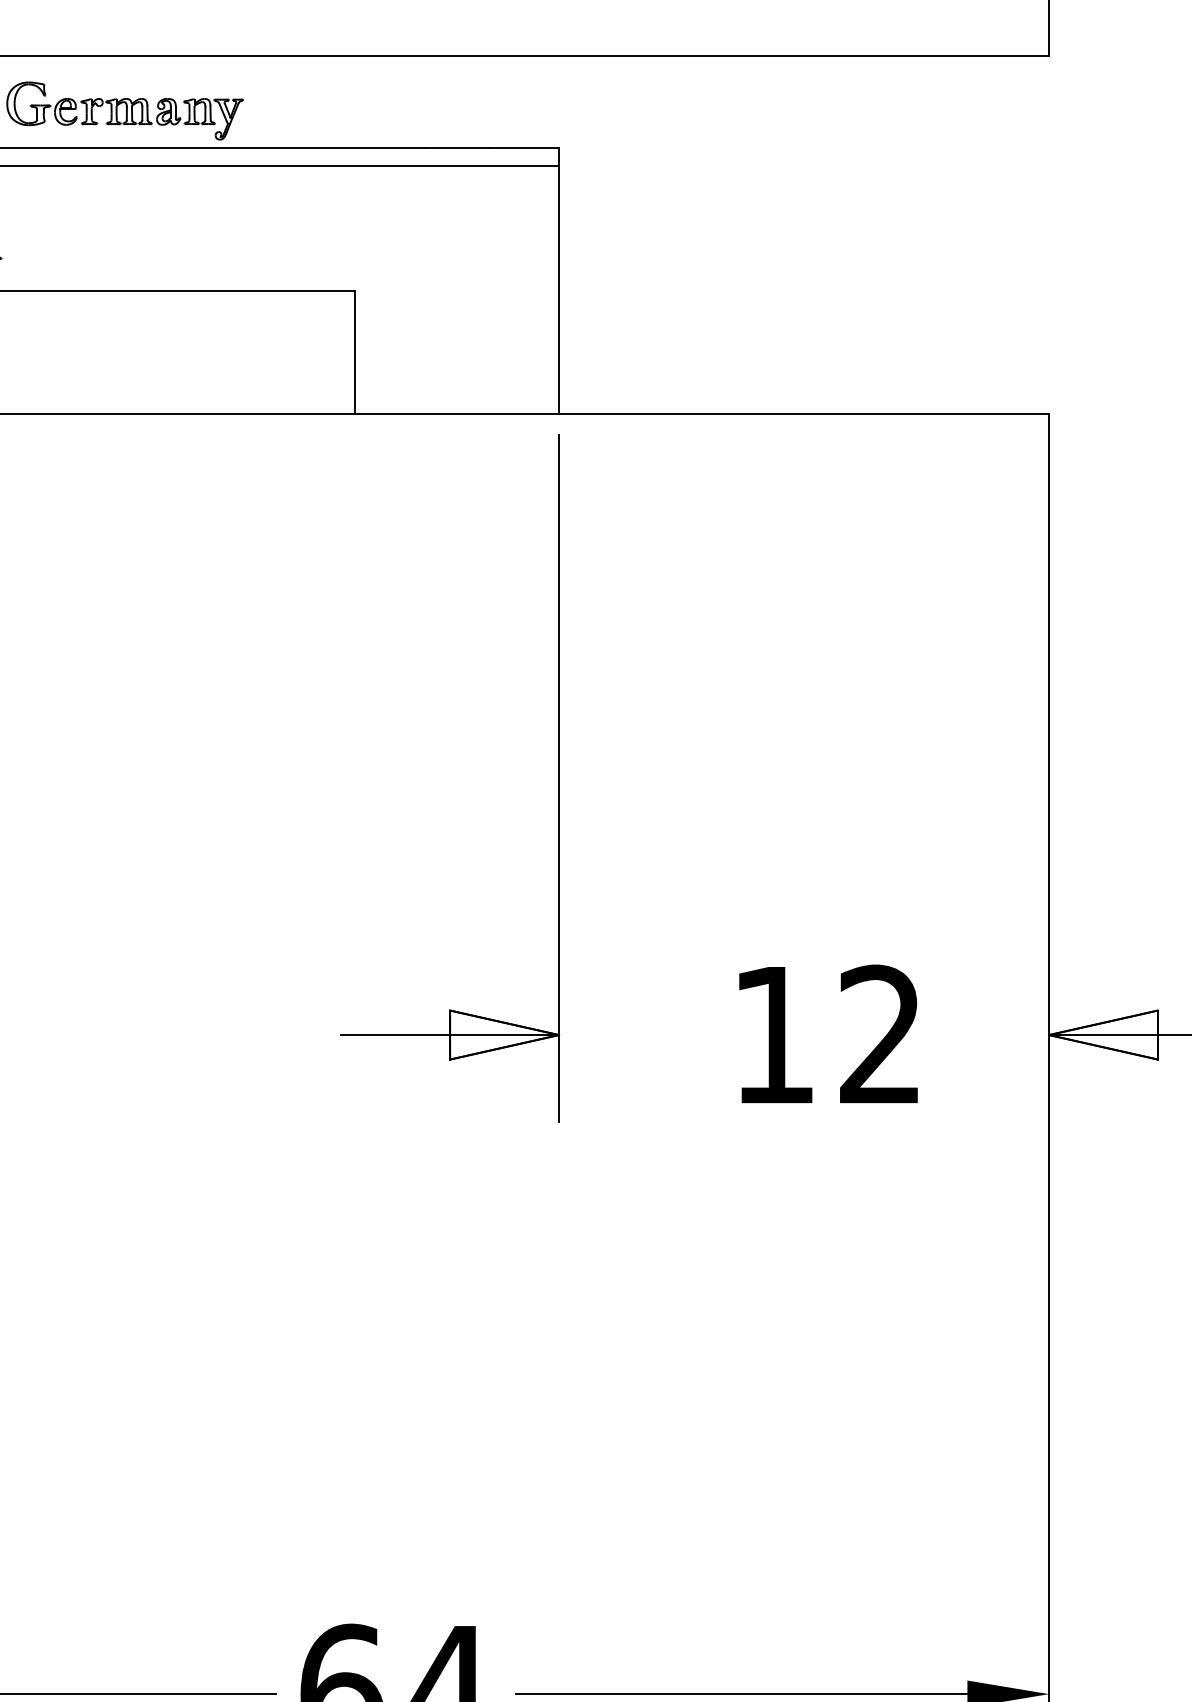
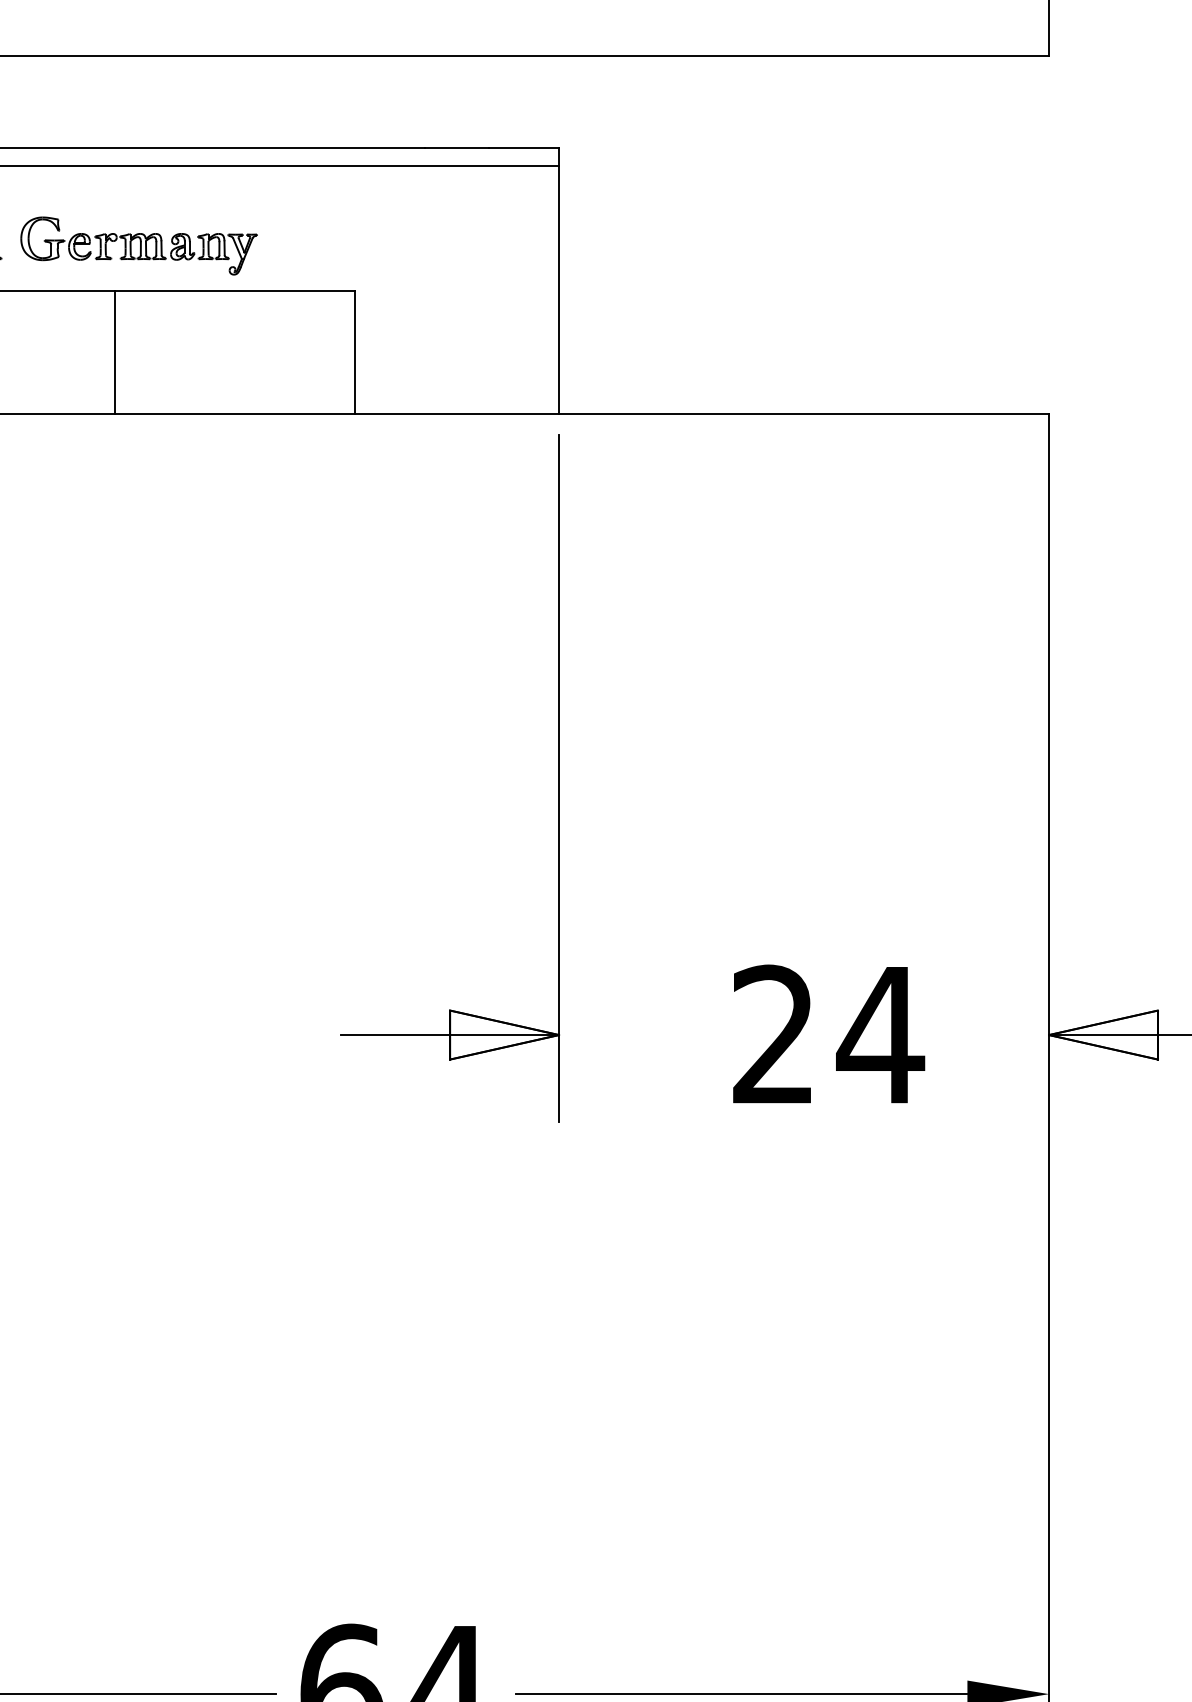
part at (124, 110) position: (124, 110) -> (138, 245)
line at (114, 352): none -> present
text at (829, 1033): 12 -> 24
